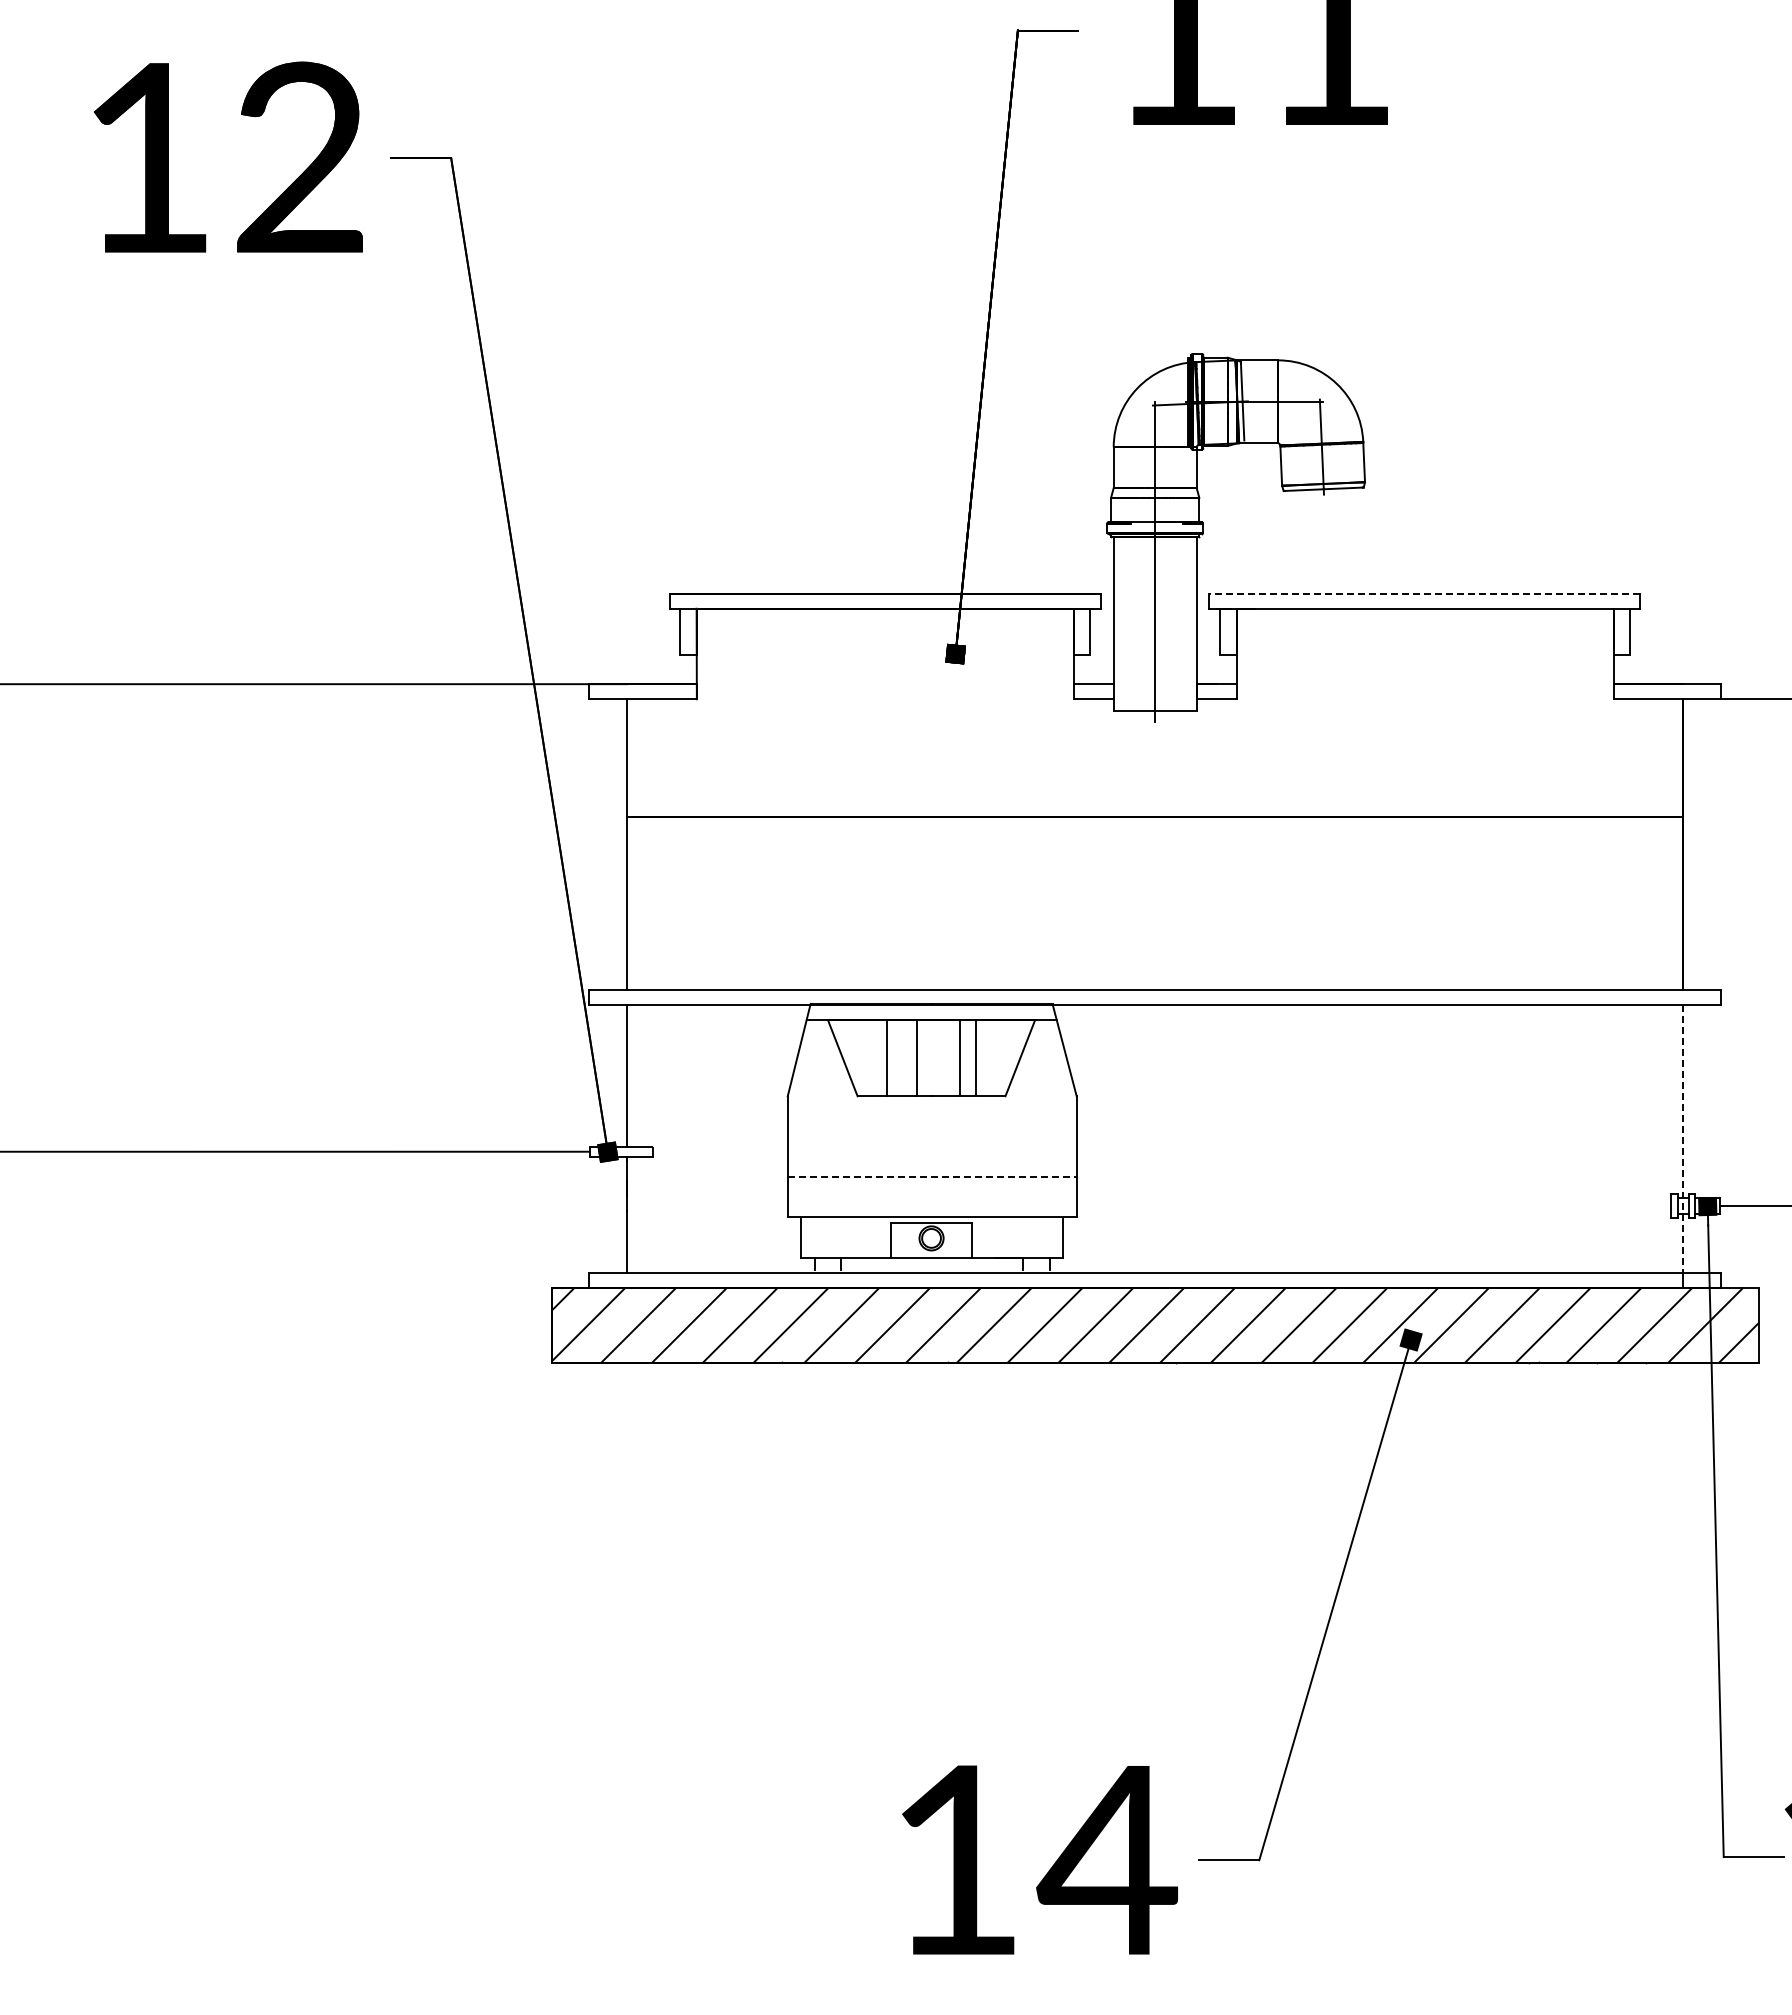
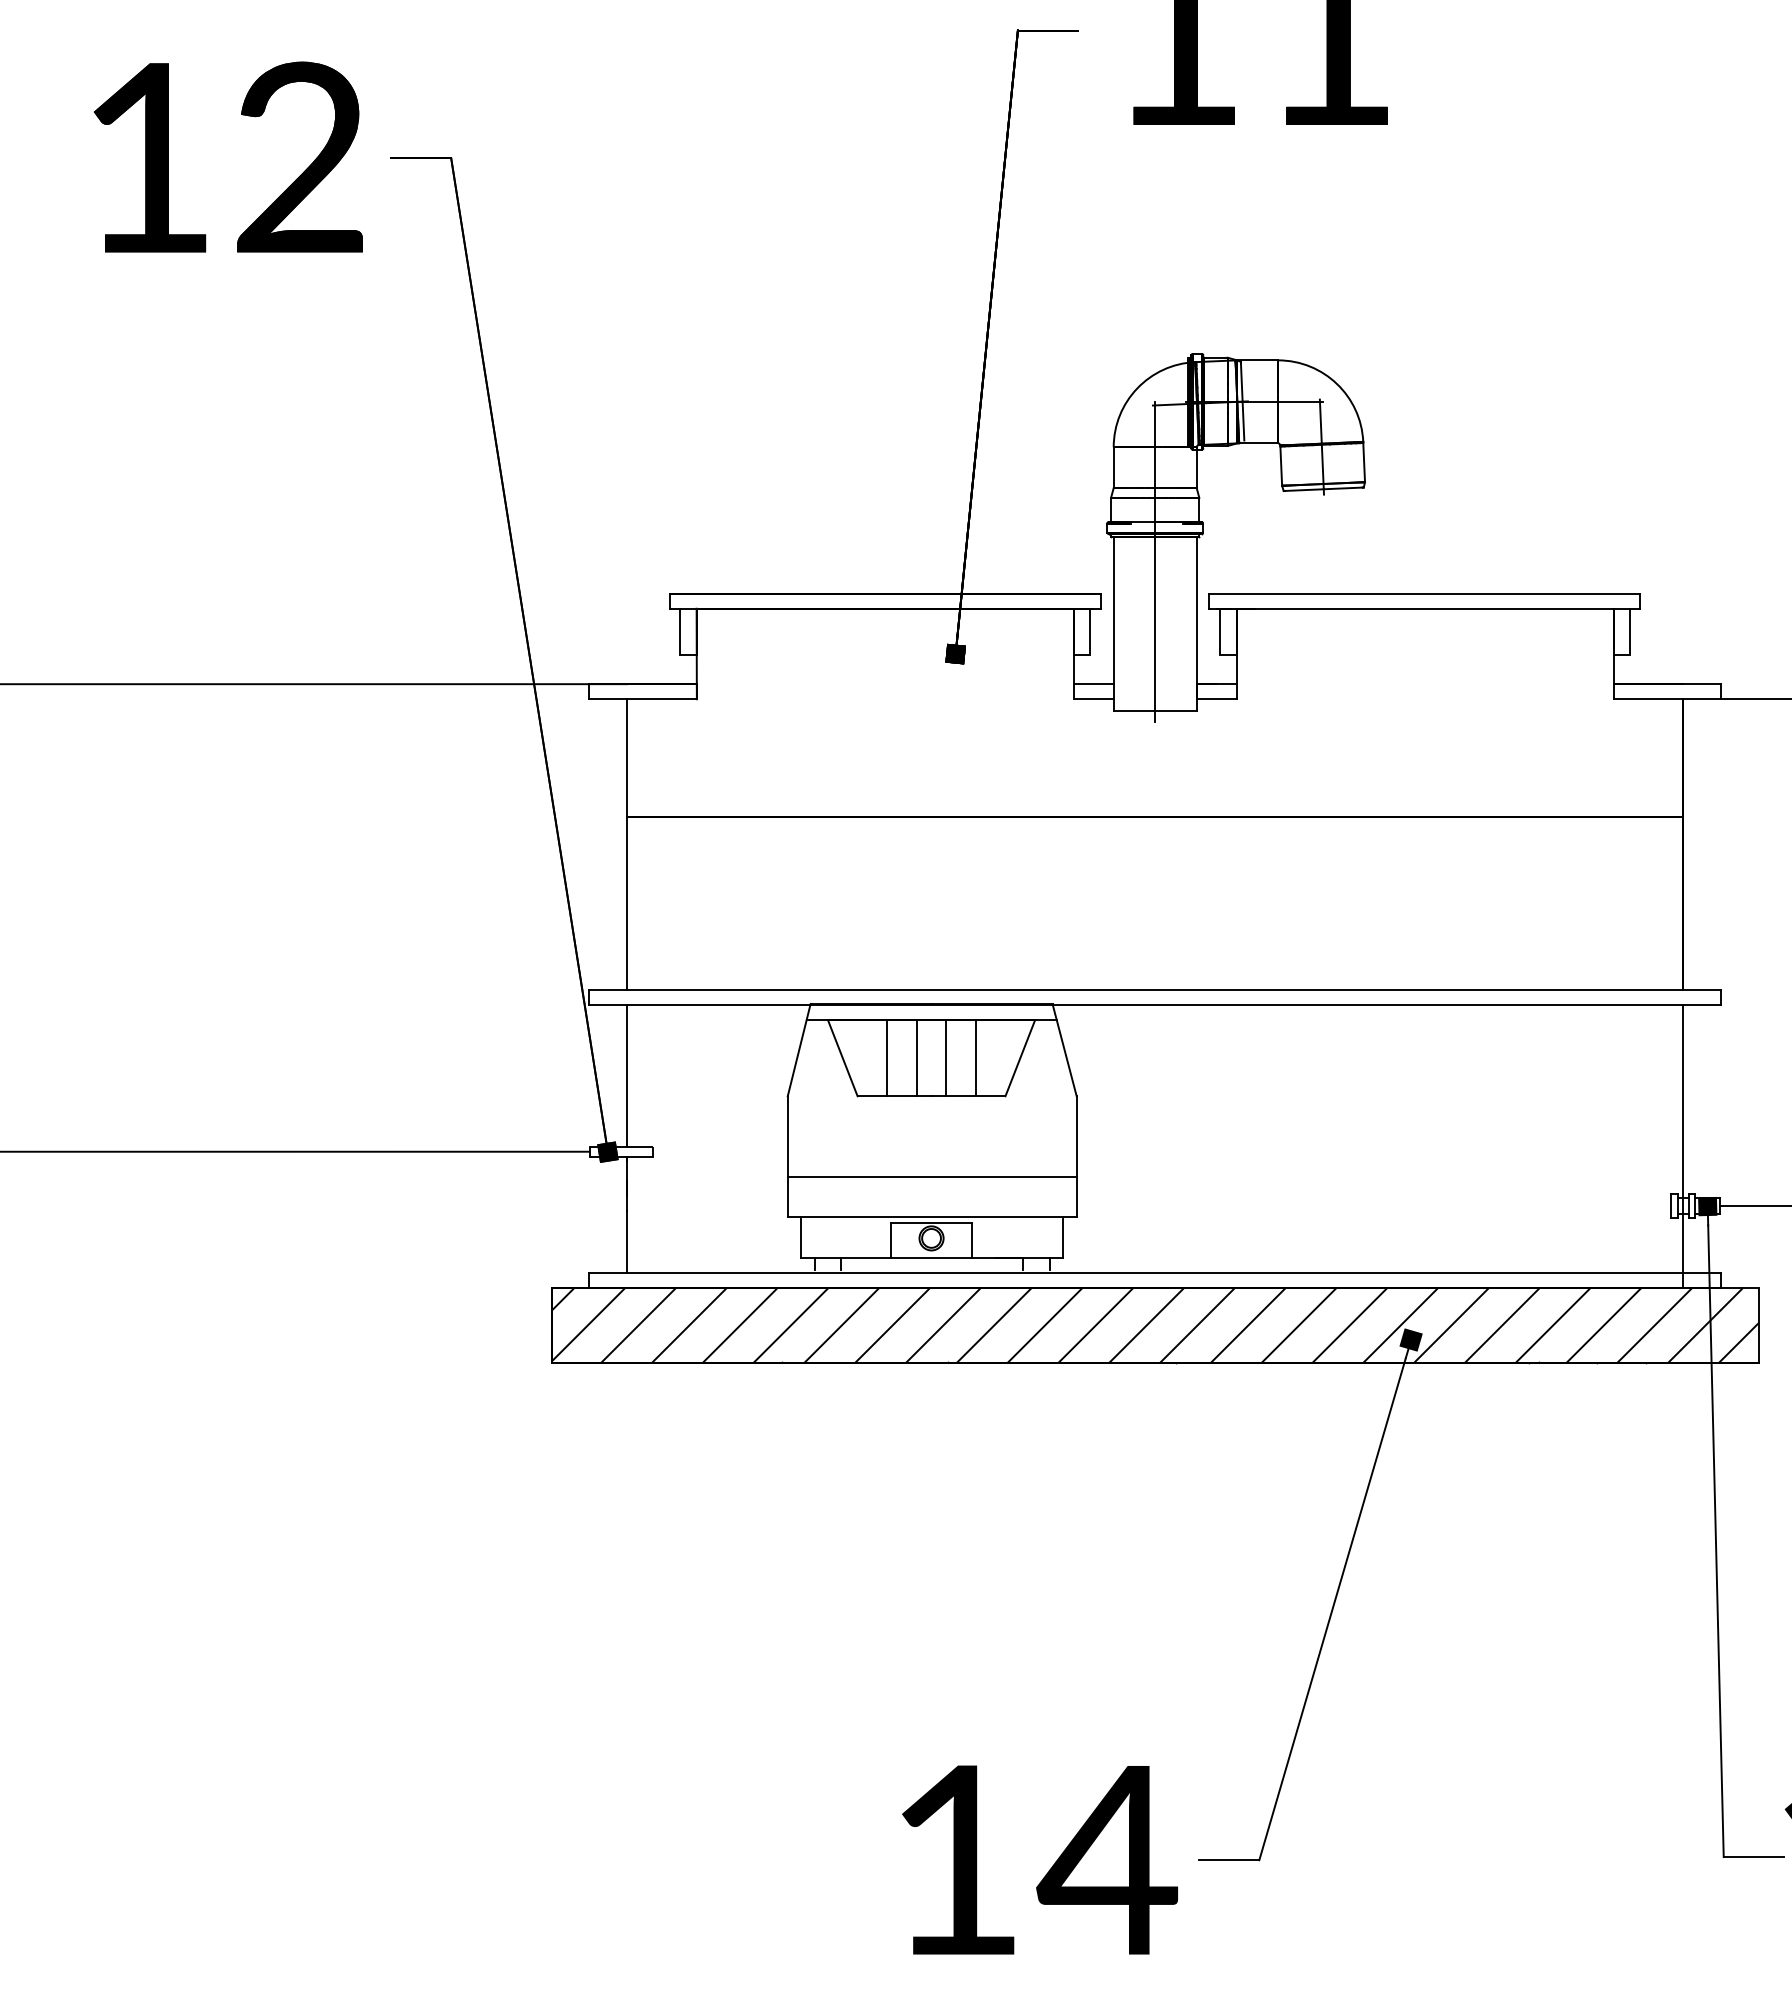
line at (1424, 593): dashed -> solid
line at (960, 1058) position: (960, 1058) -> (946, 1058)
line at (1683, 1138): dashed -> solid
line at (932, 1176): dashed -> solid
